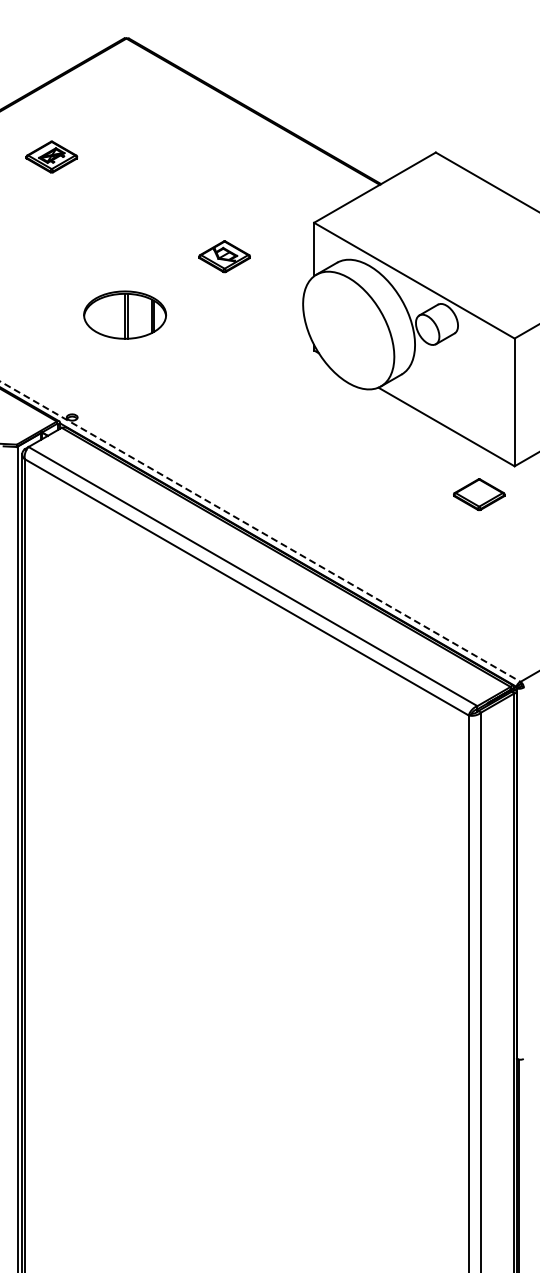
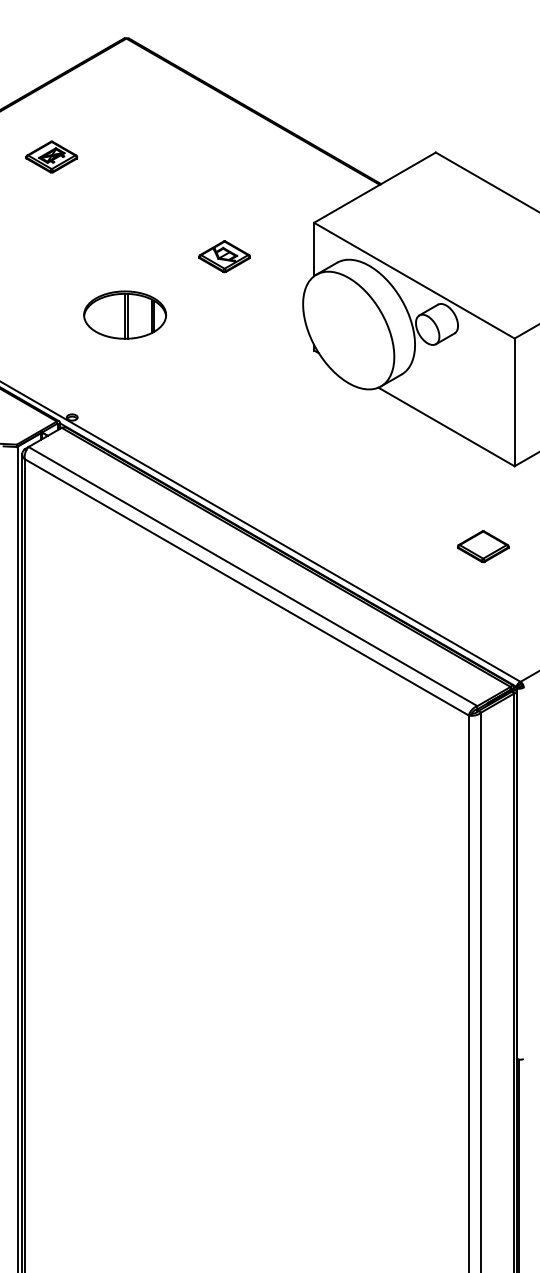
part at (479, 494) position: (479, 494) -> (483, 546)
line at (260, 531): dashed -> solid
